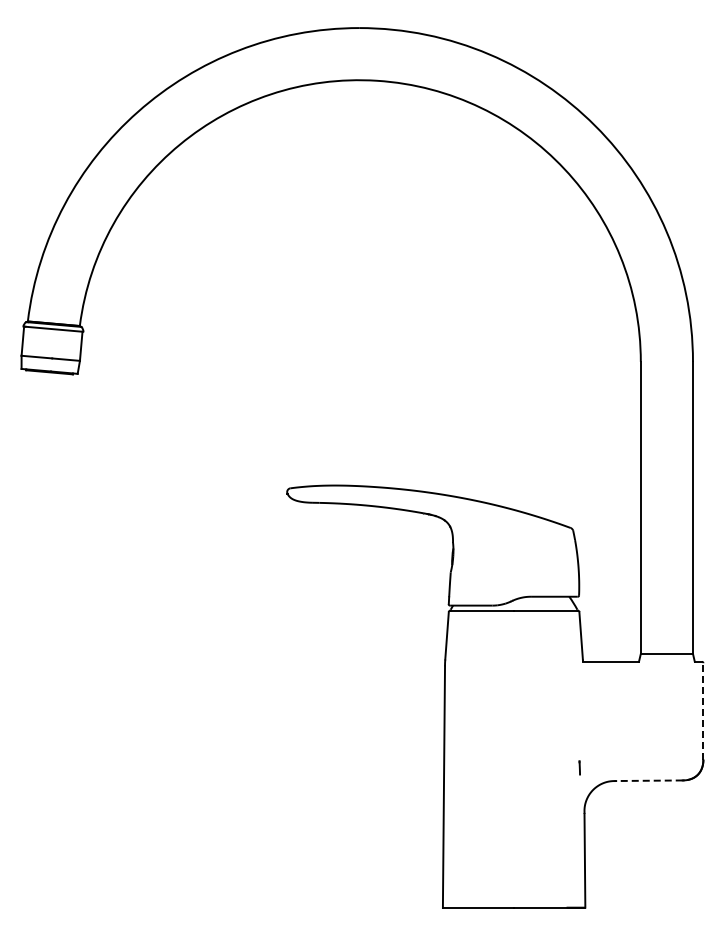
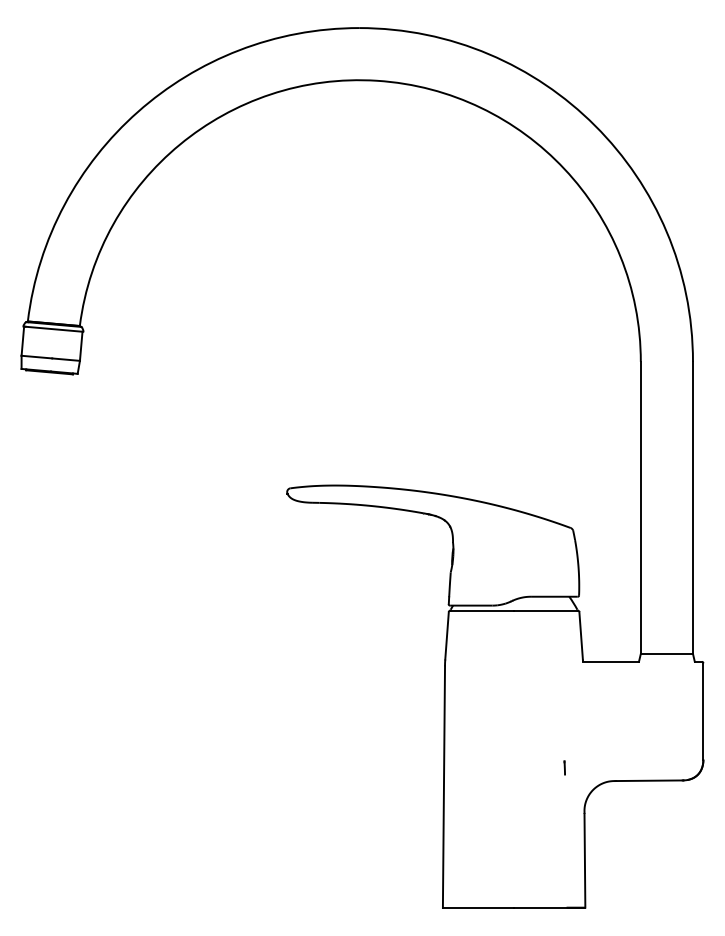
line at (703, 710): dashed -> solid
line at (579, 767) position: (579, 767) -> (564, 767)
line at (649, 780): dashed -> solid
